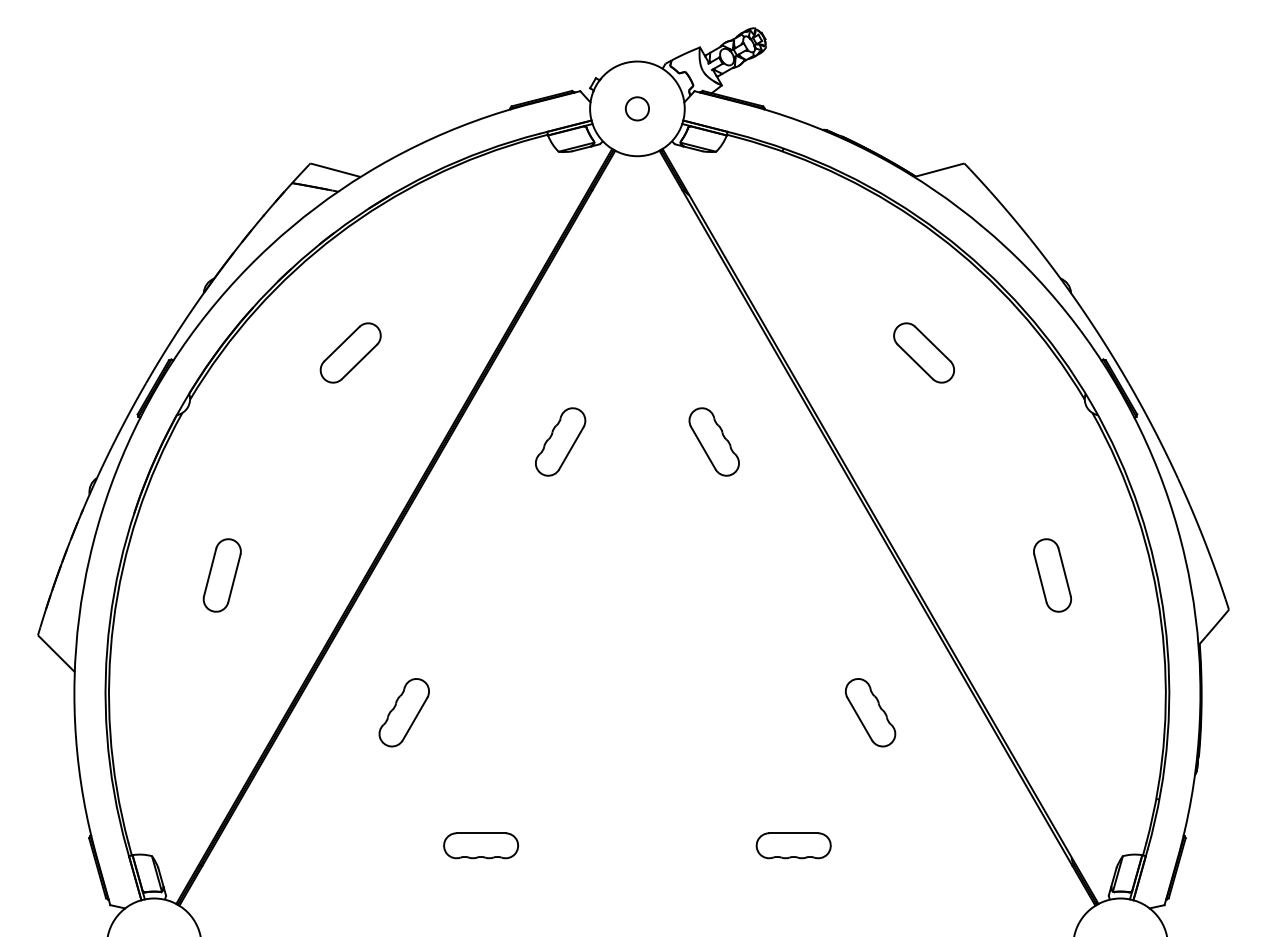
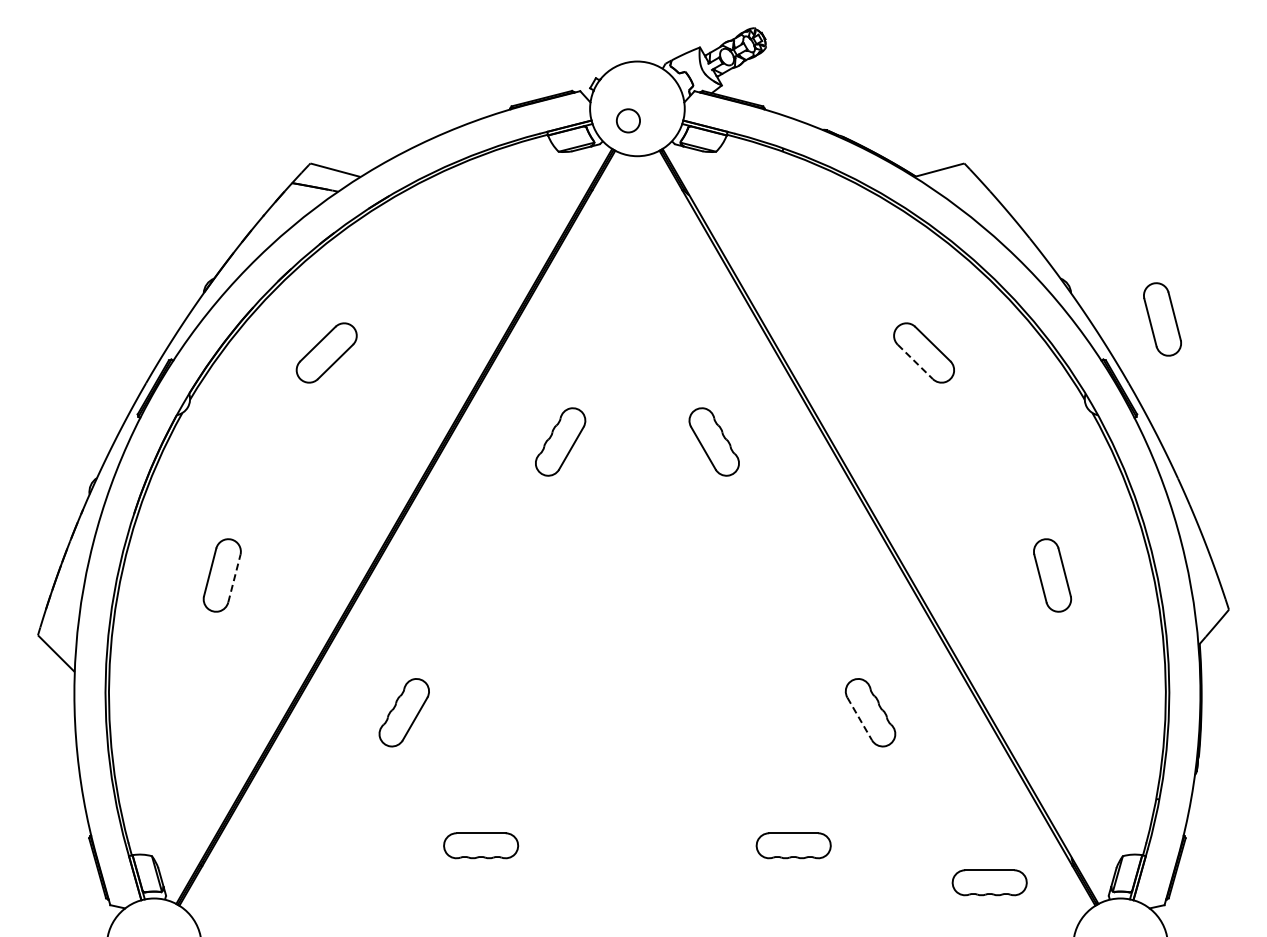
circle at (637, 108) position: (637, 108) -> (628, 120)
part at (1162, 319): none -> present
part at (350, 352) position: (350, 352) -> (326, 352)
line at (915, 361): solid -> dashed
line at (234, 578): solid -> dashed
line at (859, 718): solid -> dashed
part at (989, 882): none -> present
